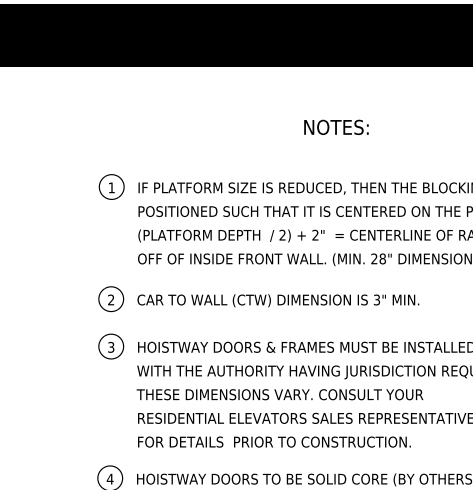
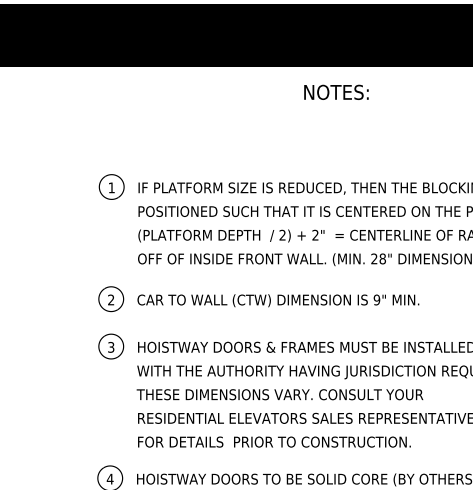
text at (336, 126) position: (336, 126) -> (336, 91)
text at (376, 299): 3" -> 9"
